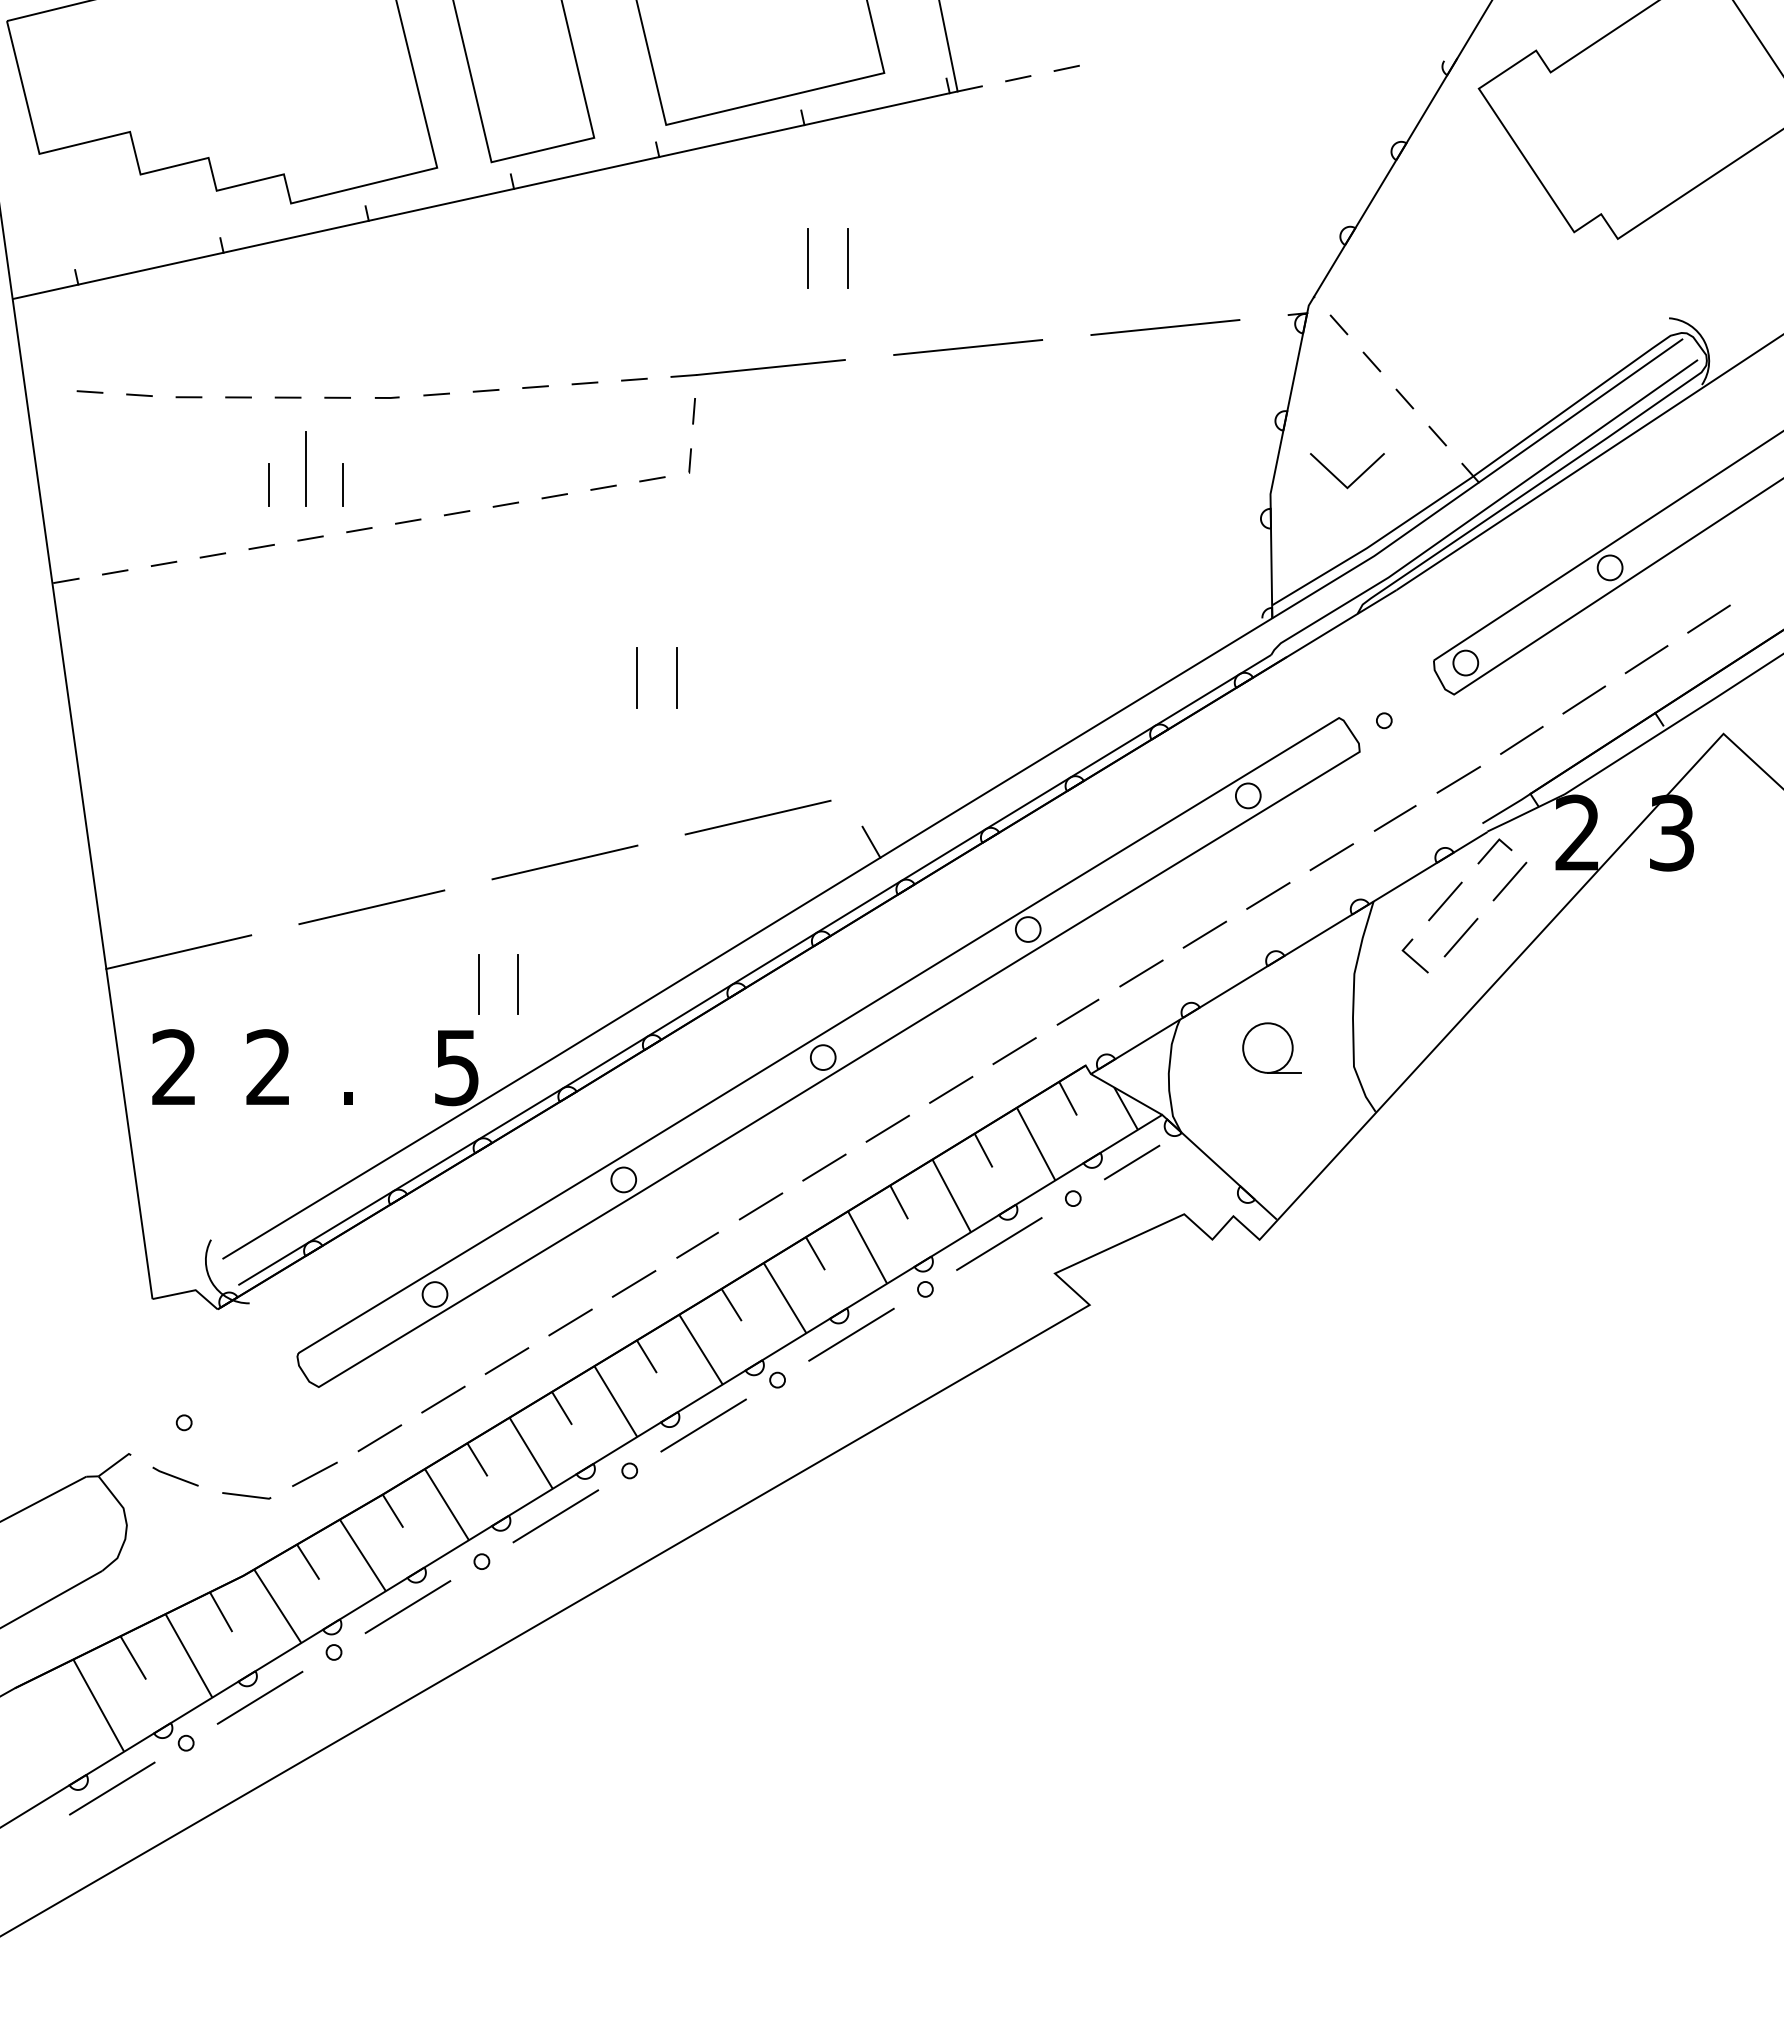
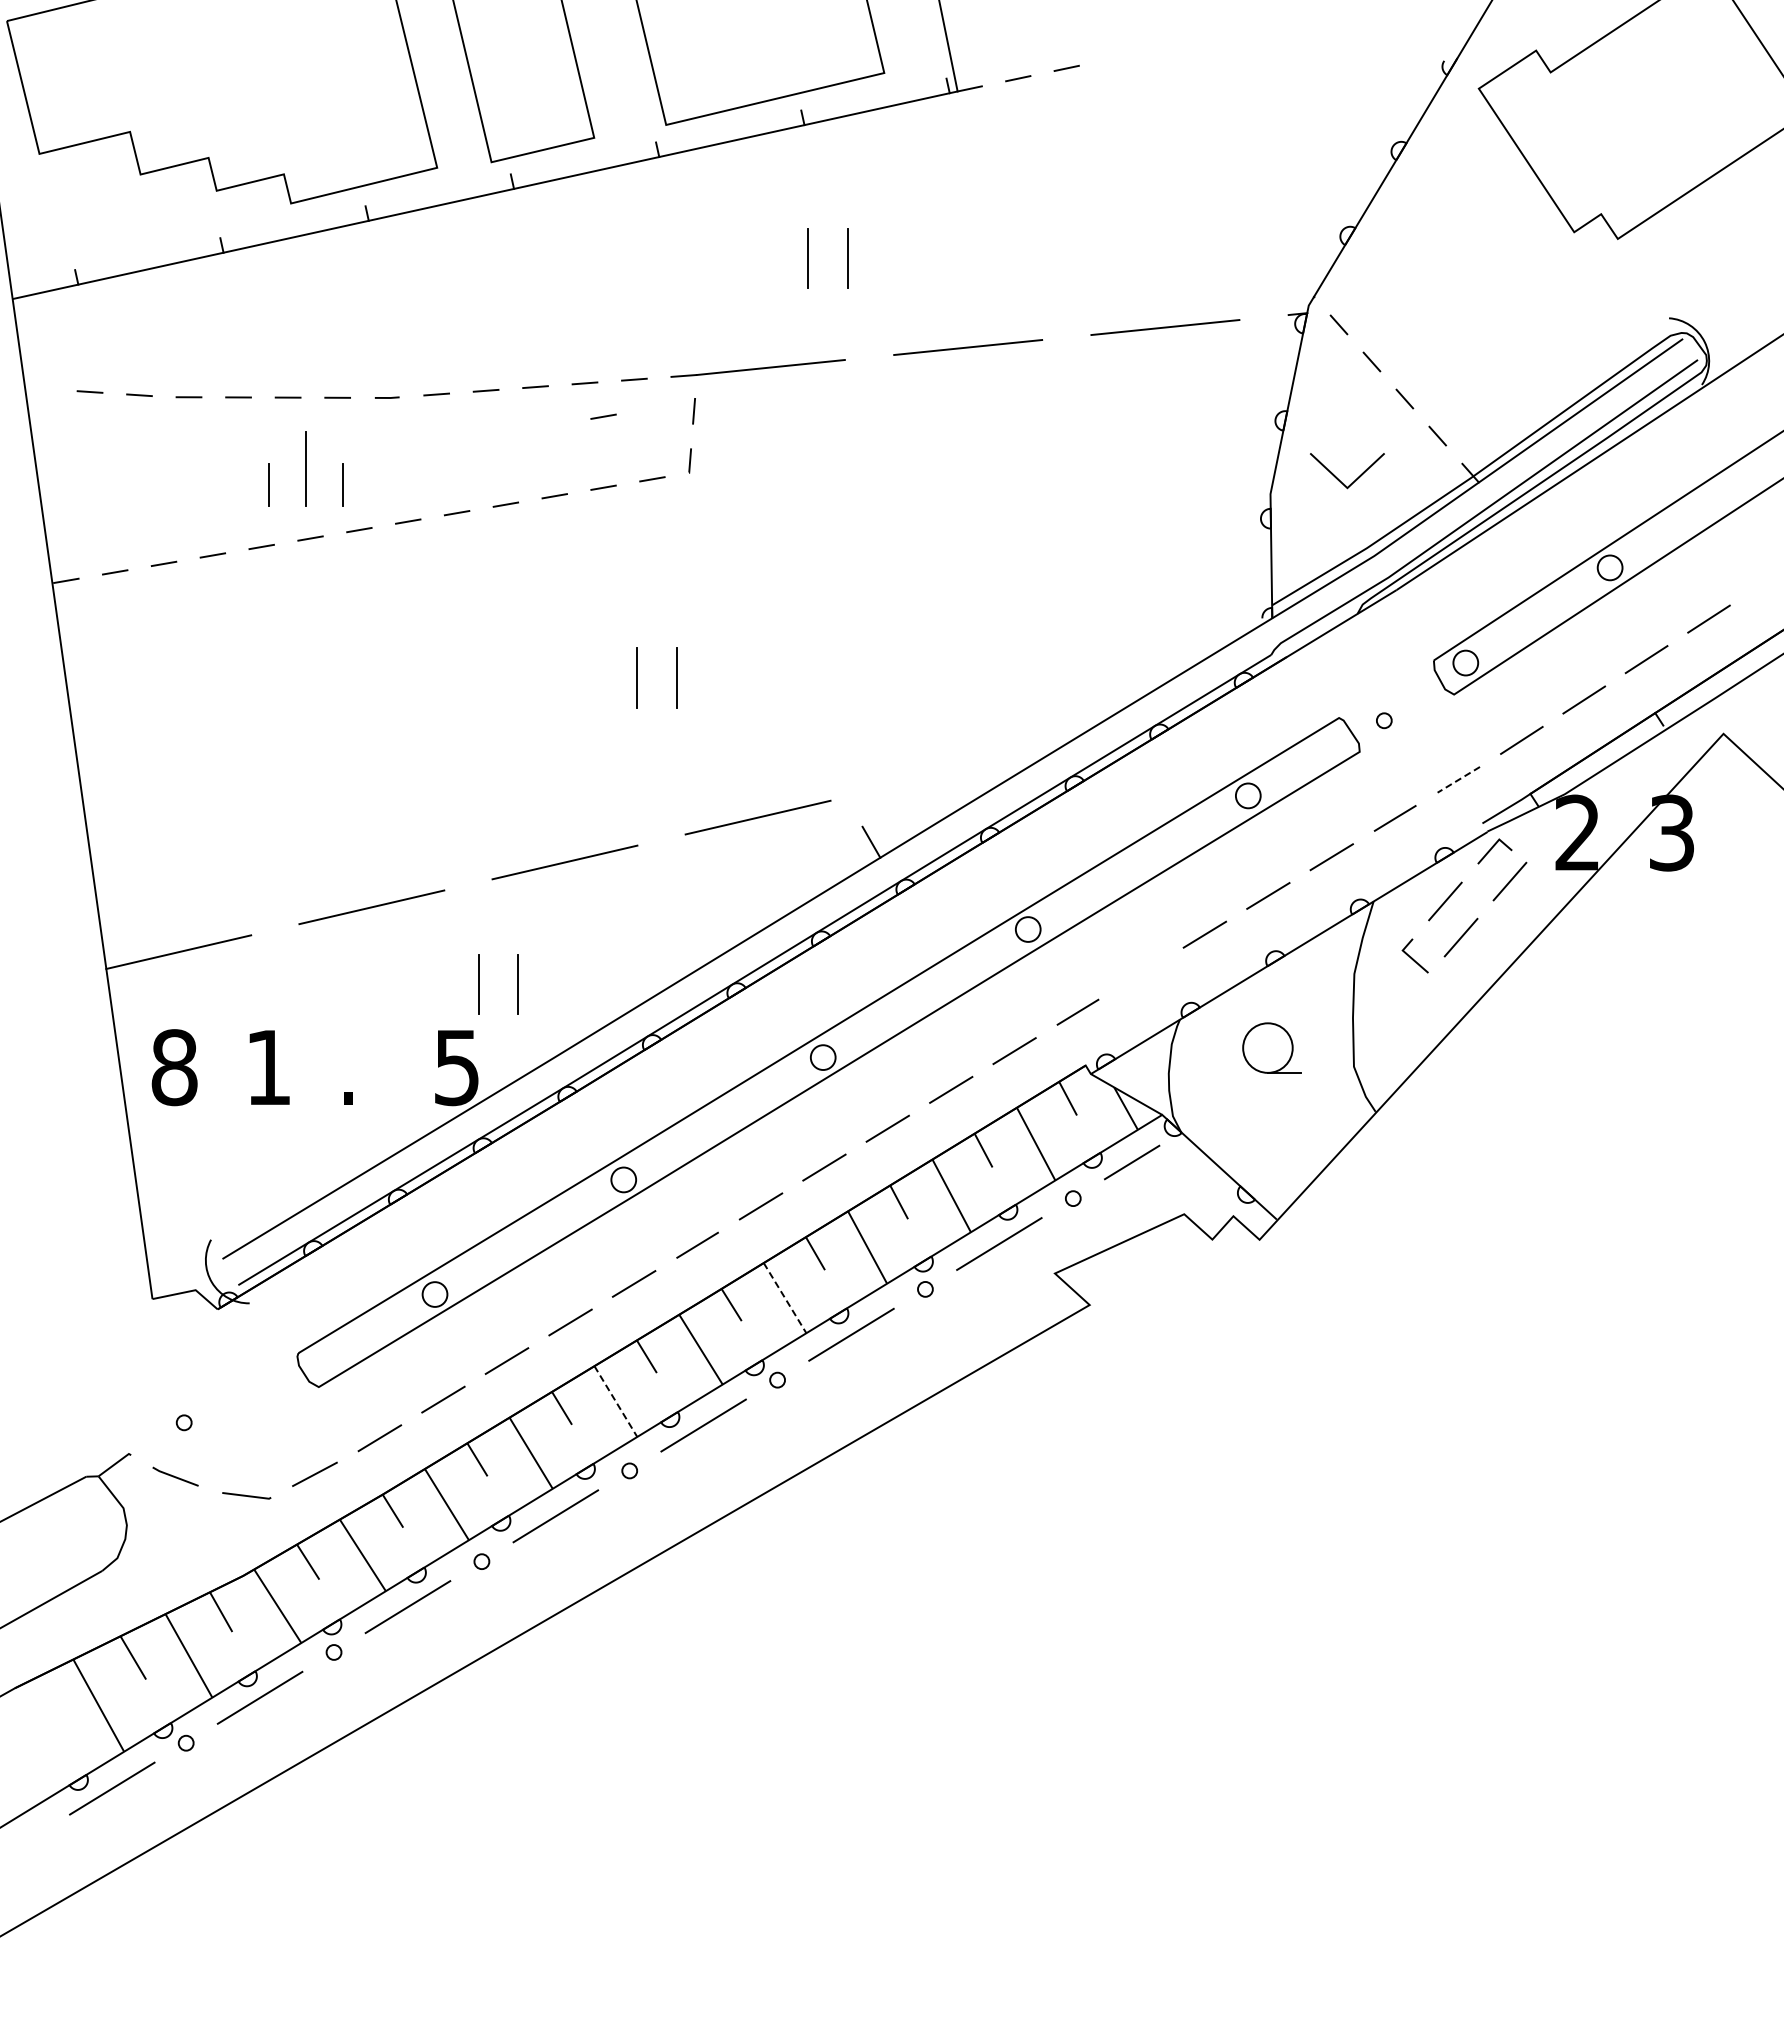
line at (603, 416): none -> present
line at (1458, 779): solid -> dashed
line at (1141, 973): present -> none
text at (267, 1066): 2 -> 1
text at (174, 1067): 2 -> 8
line at (785, 1298): solid -> dashed
line at (616, 1401): solid -> dashed
